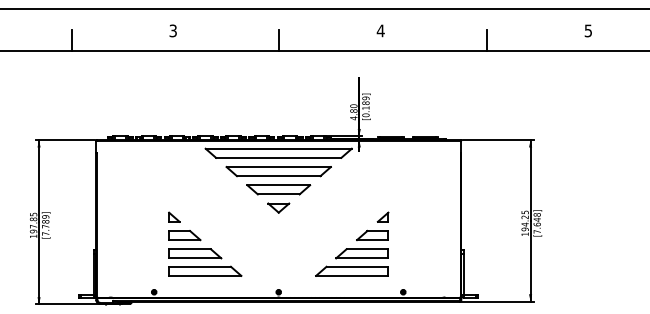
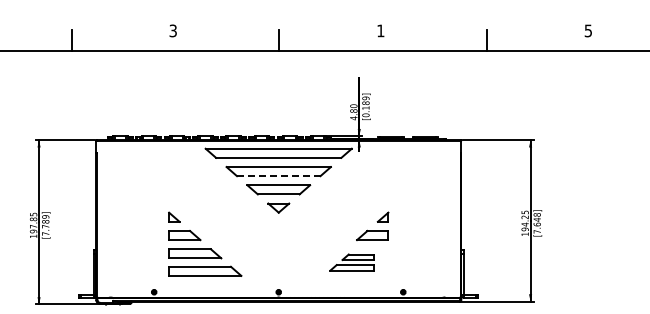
line at (324, 9): present -> none
text at (380, 30): 4 -> 1
line at (278, 176): solid -> dashed
part at (351, 262) size: 74x29 px -> 46x19 px
